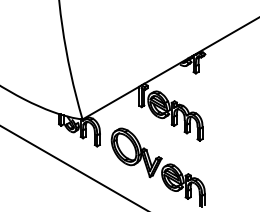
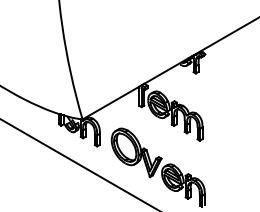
line at (73, 167) position: (73, 167) -> (78, 164)
